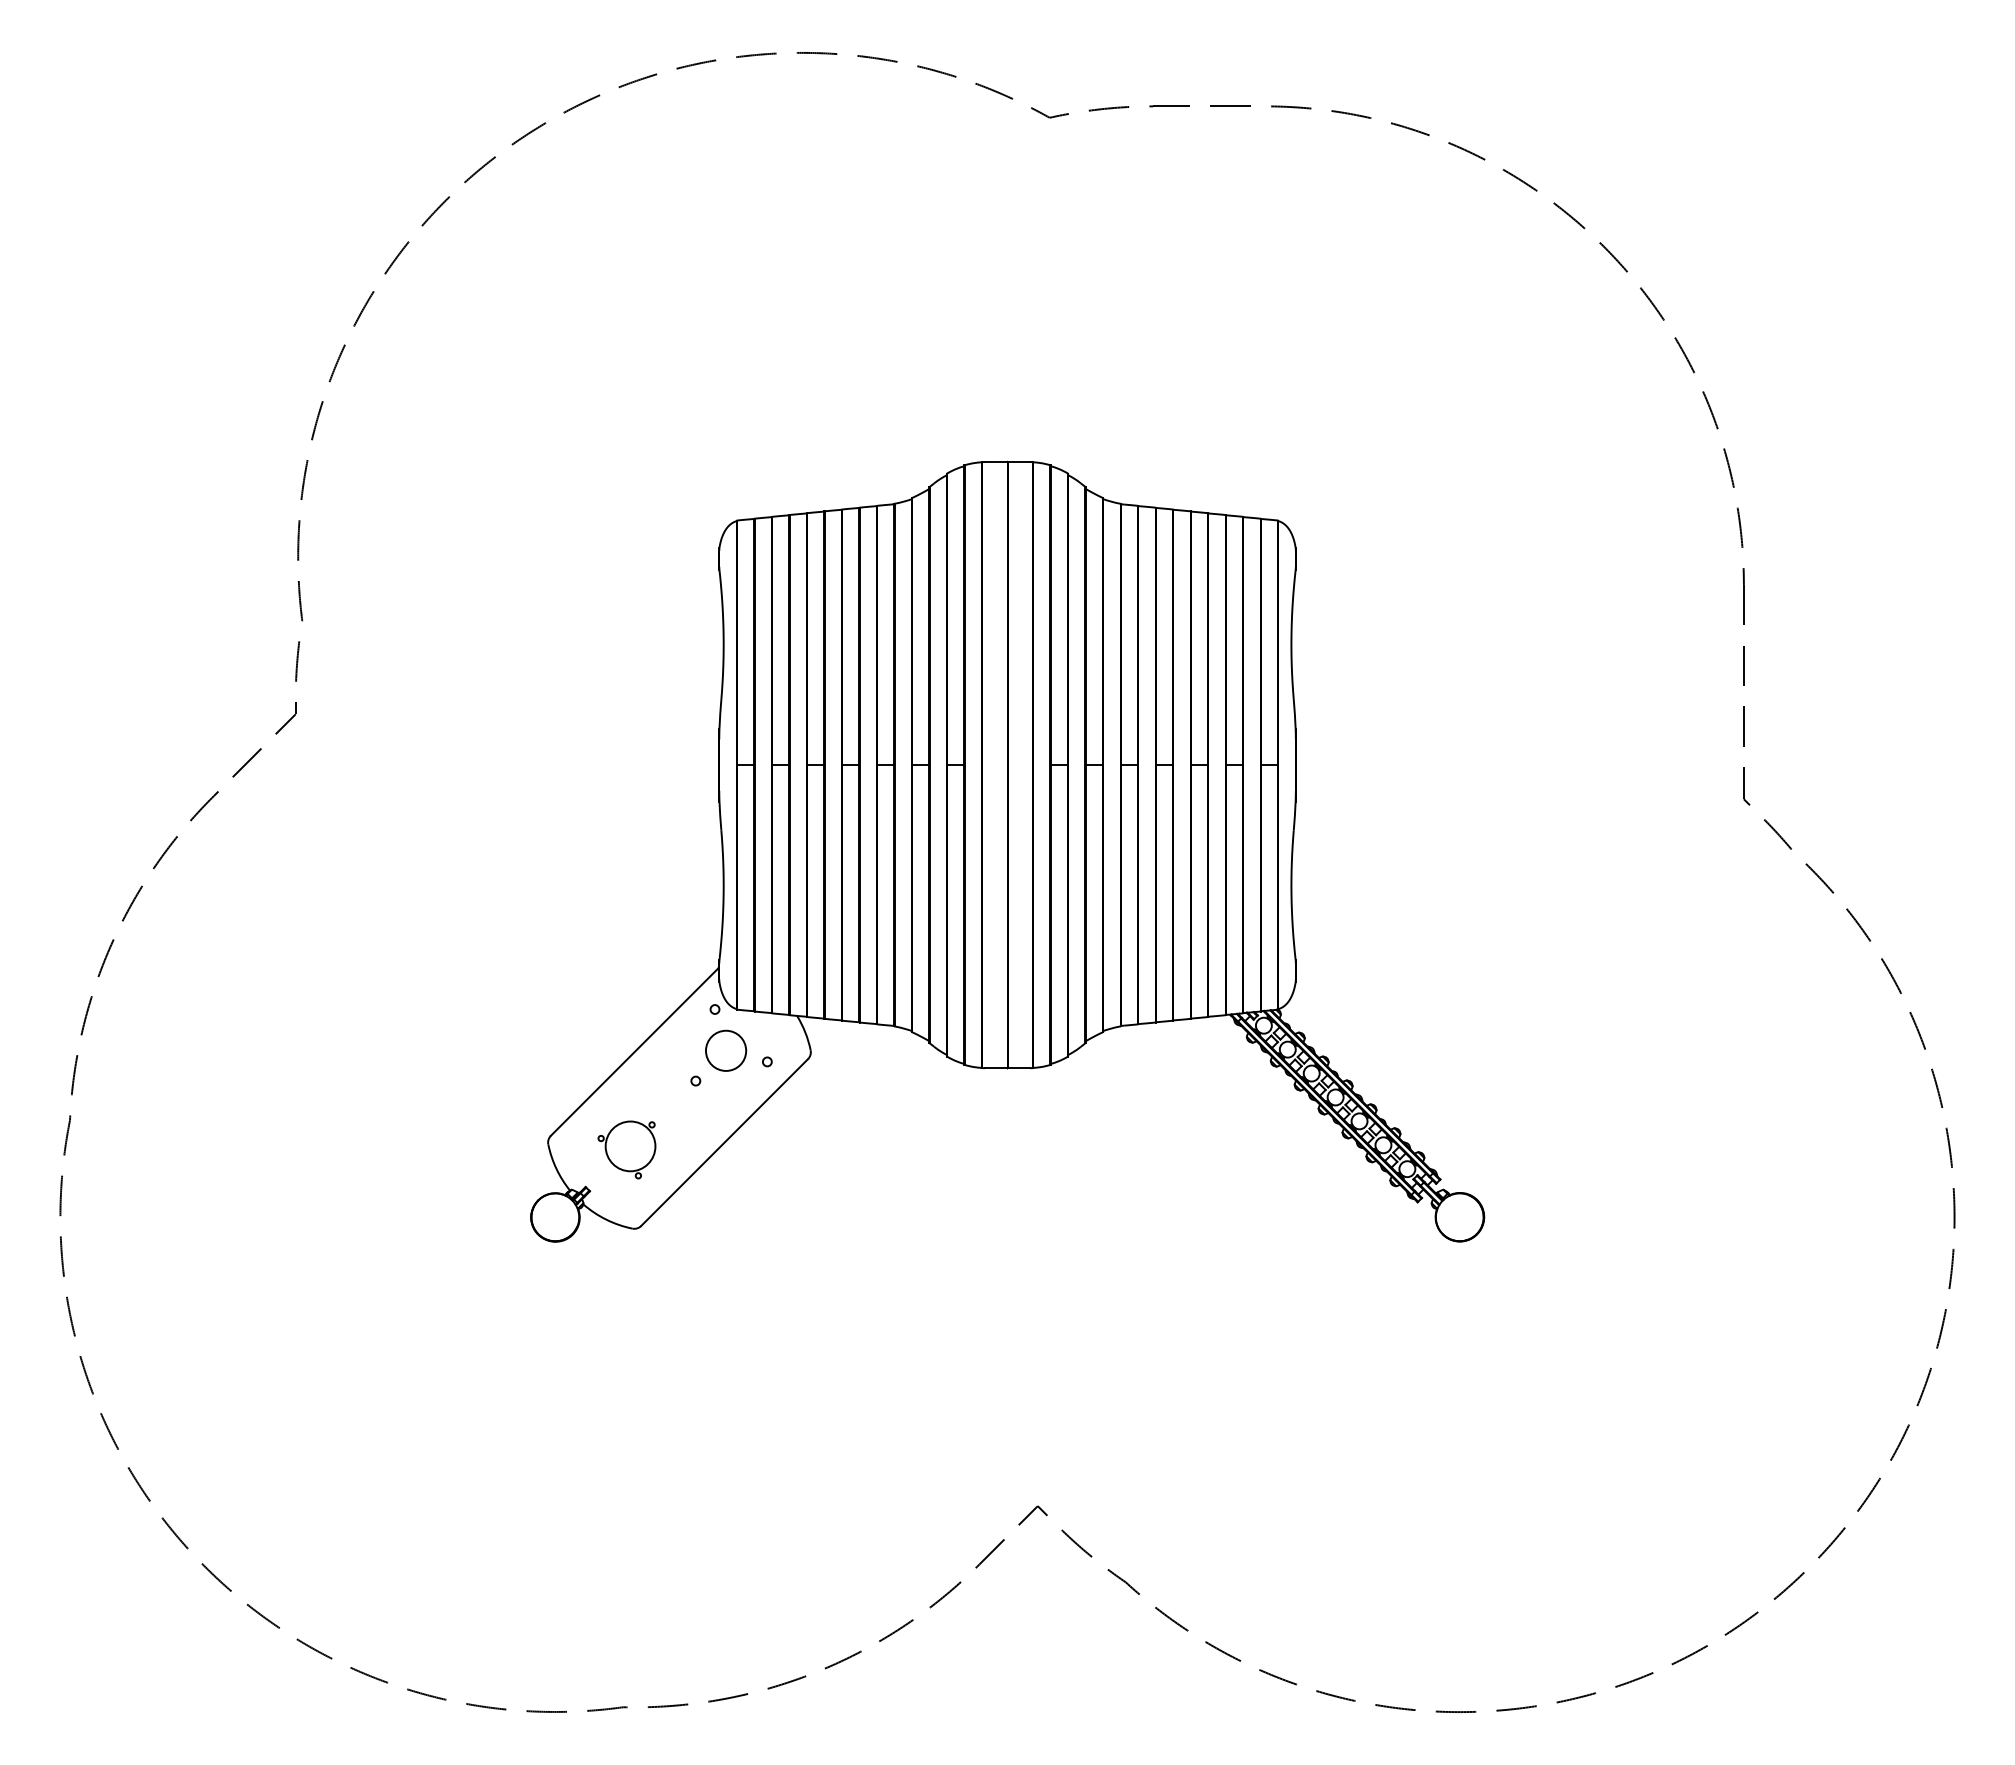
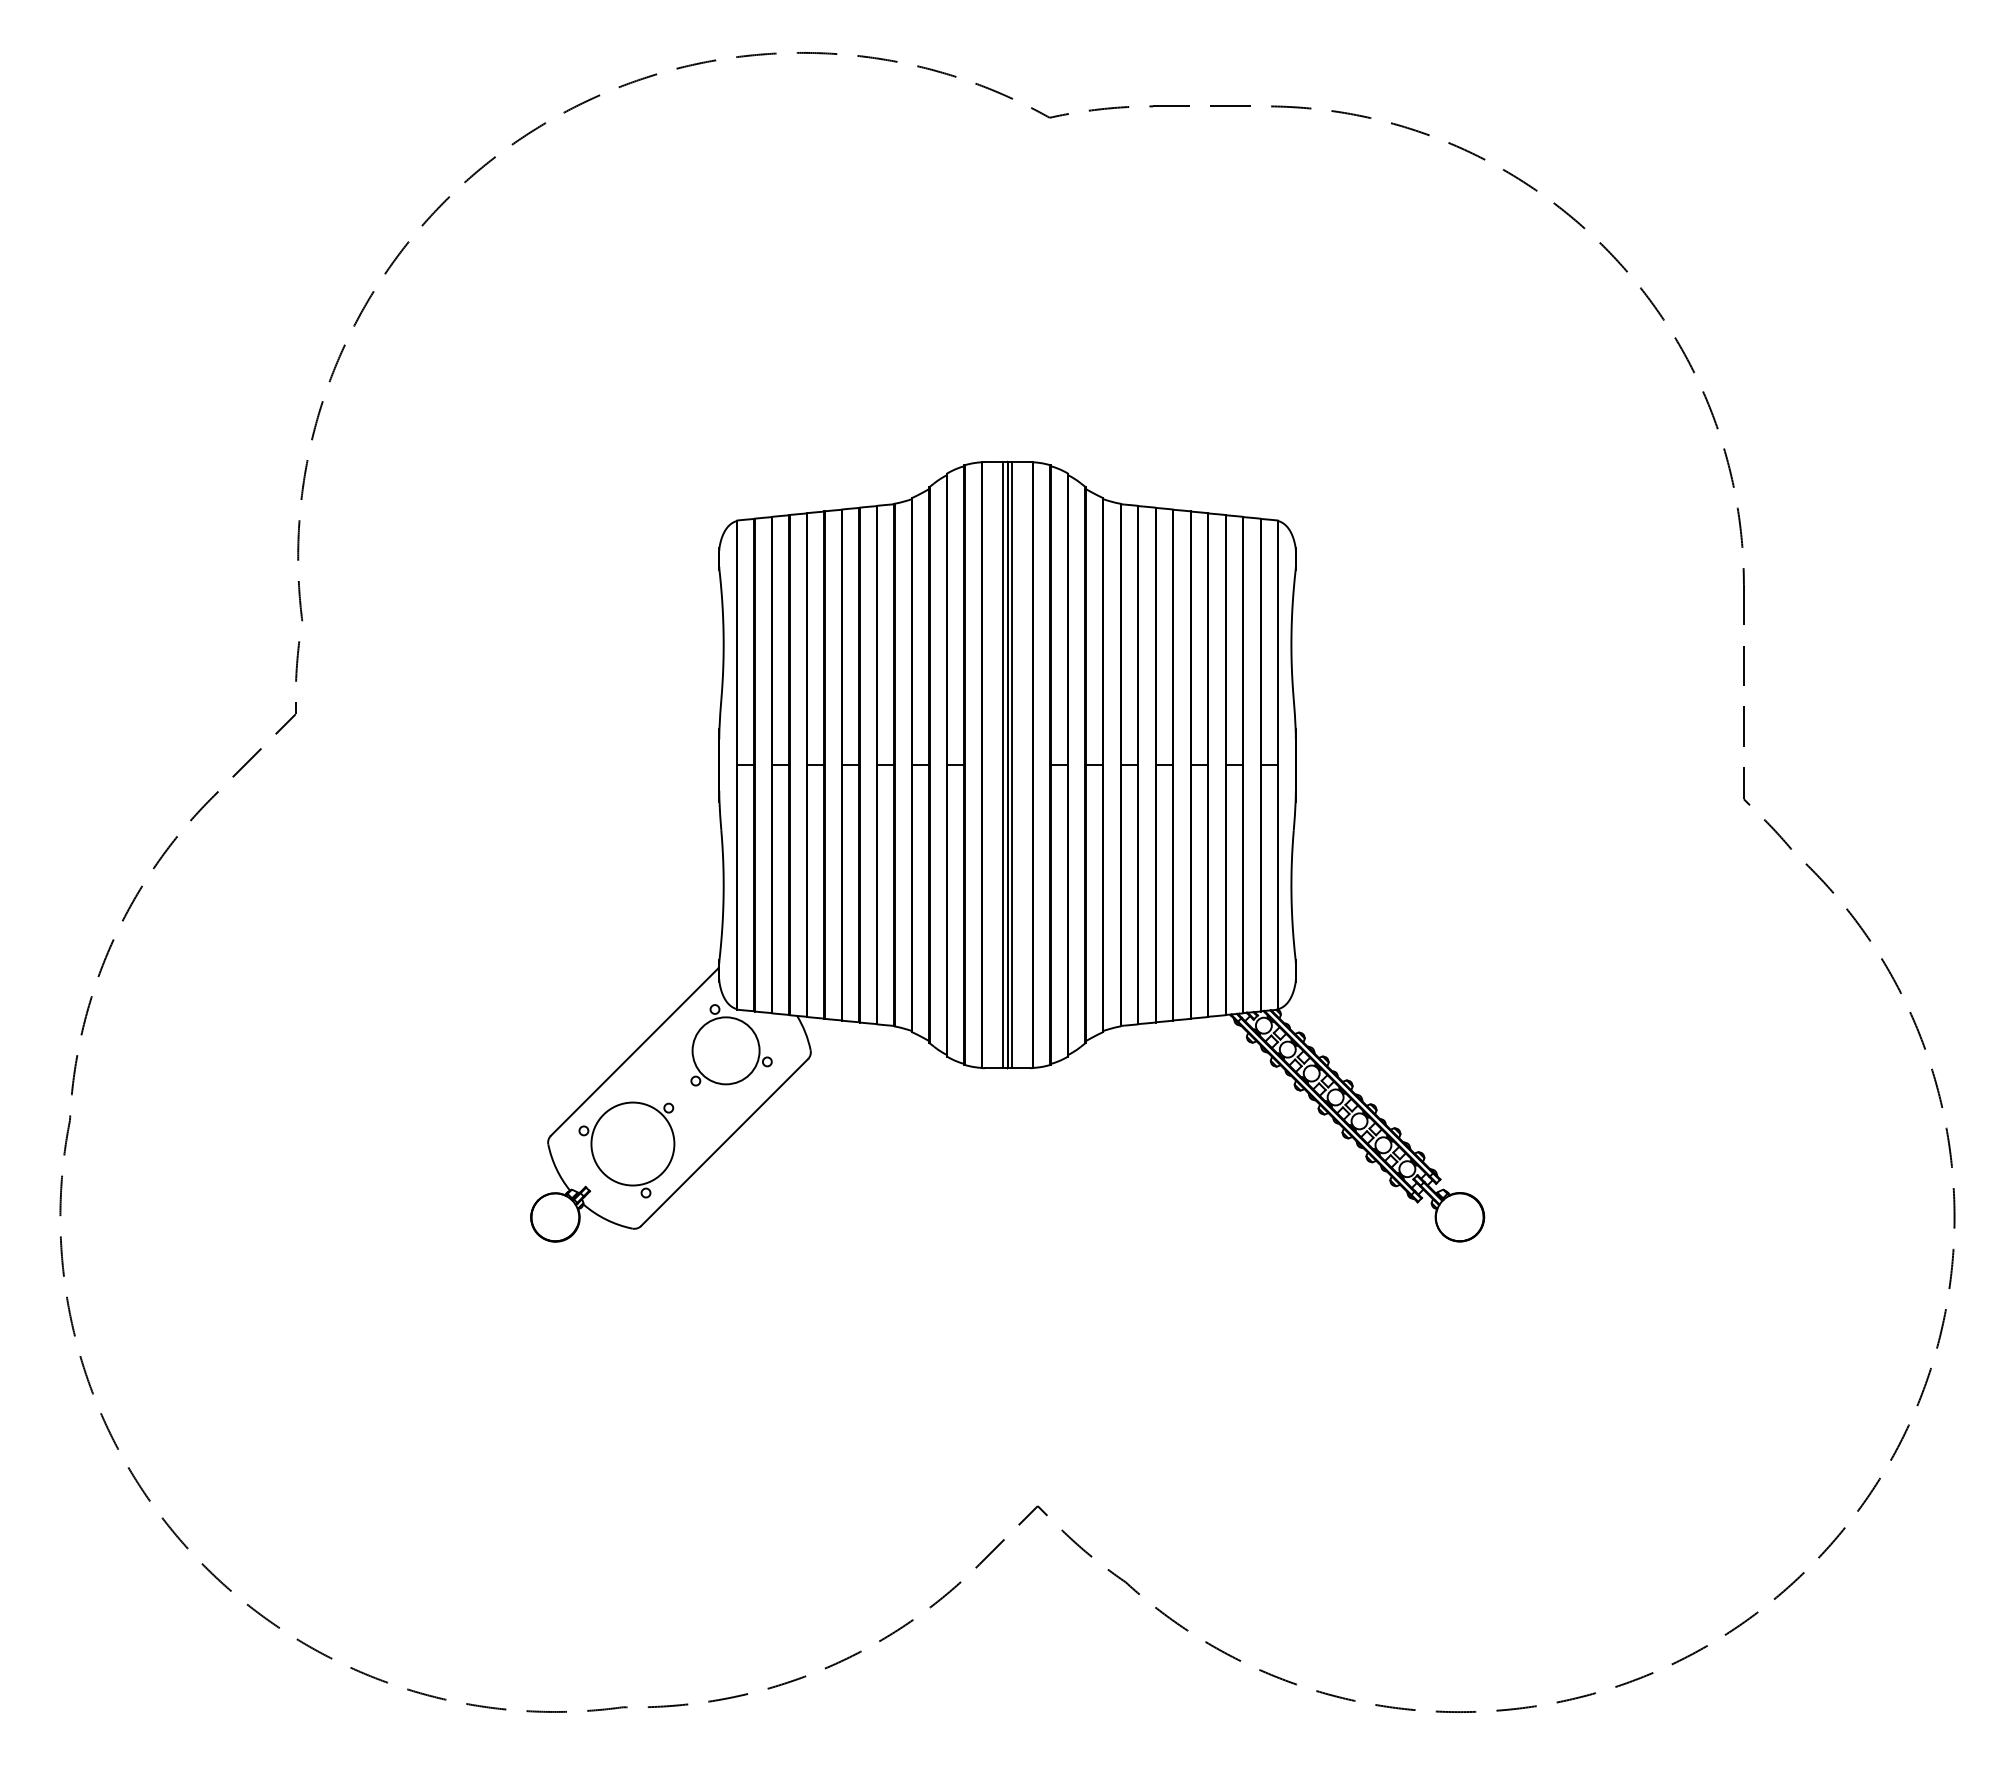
line at (1003, 765): none -> present
line at (1011, 765): none -> present
circle at (725, 1050) diameter: 40 px -> 67 px
part at (626, 1149) size: 60x60 px -> 98x98 px
